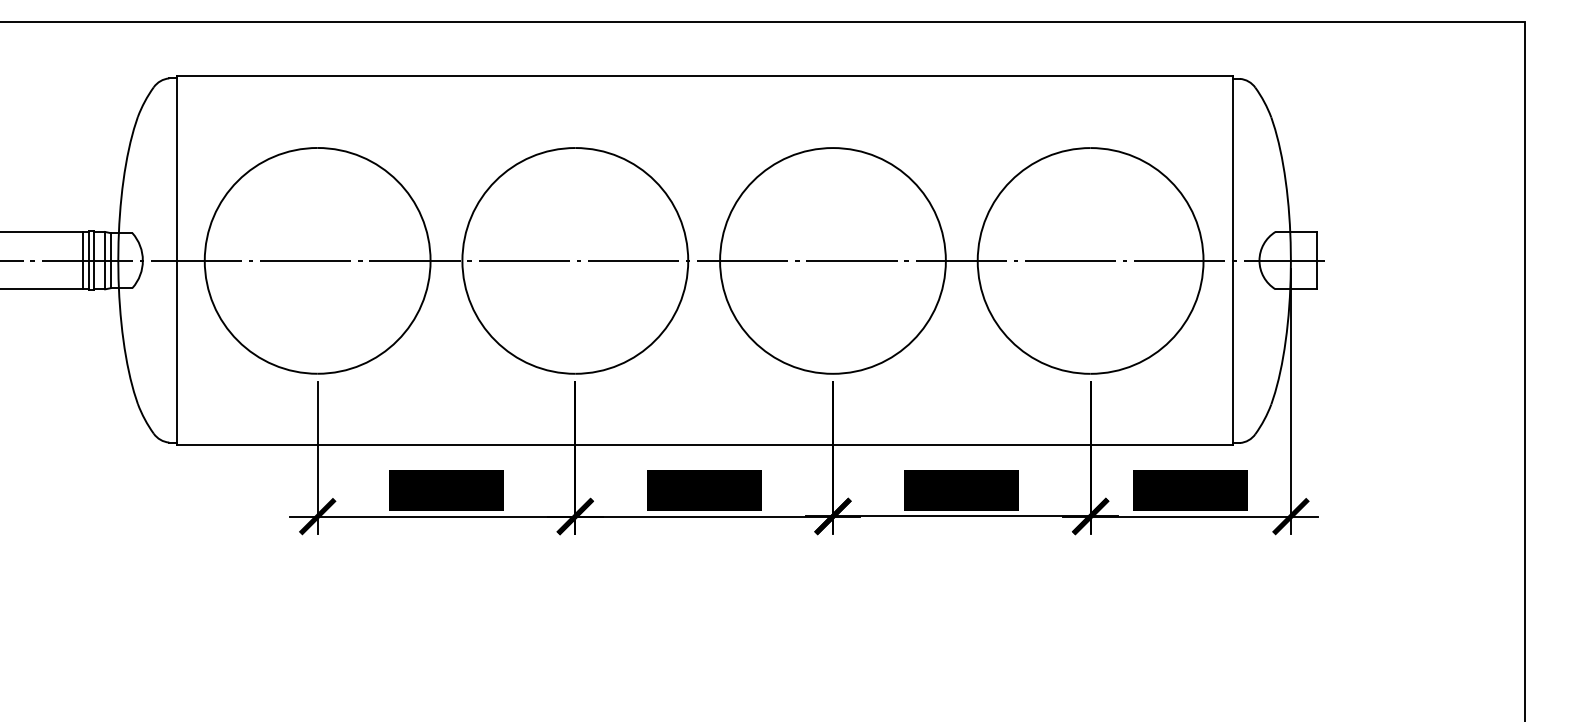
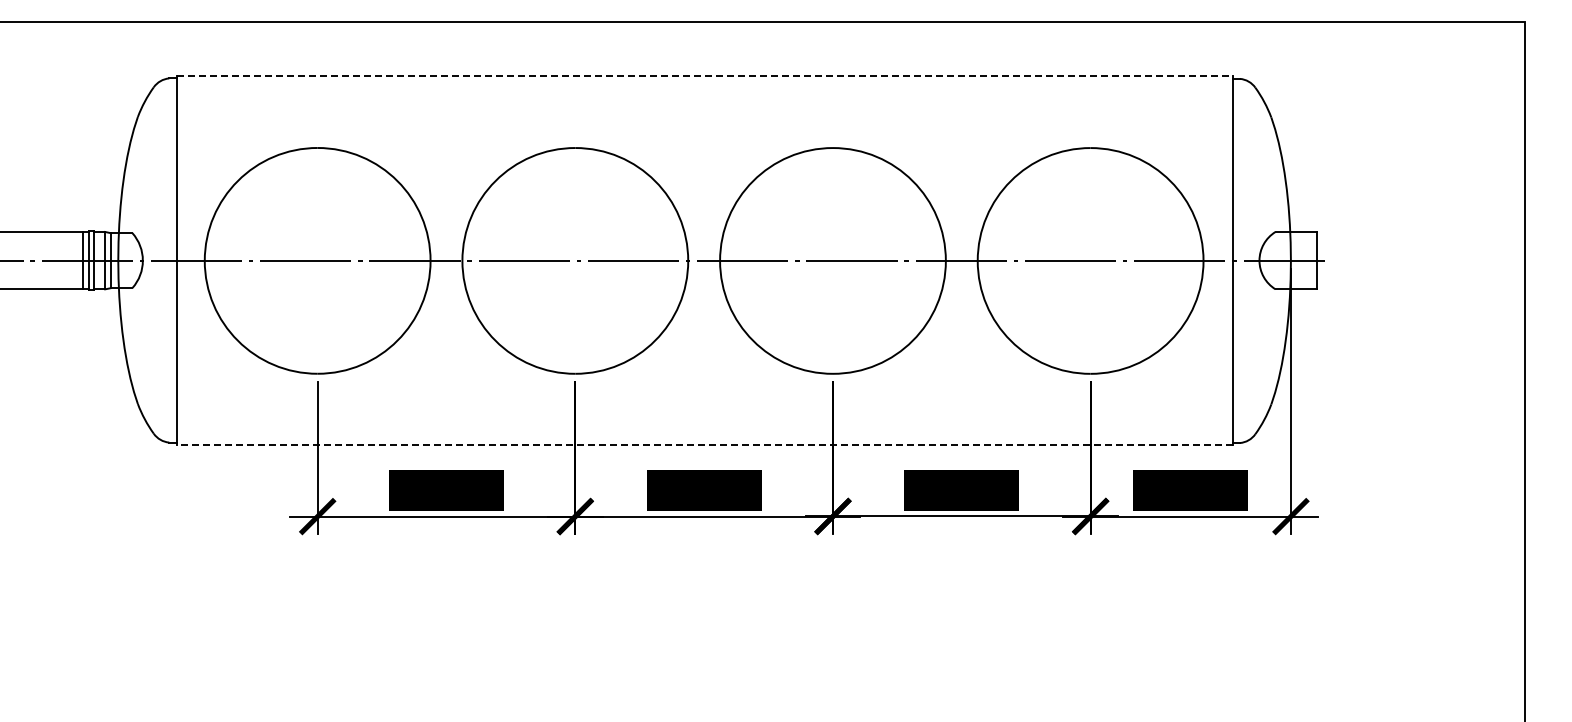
line at (705, 76): solid -> dashed
line at (704, 444): solid -> dashed
